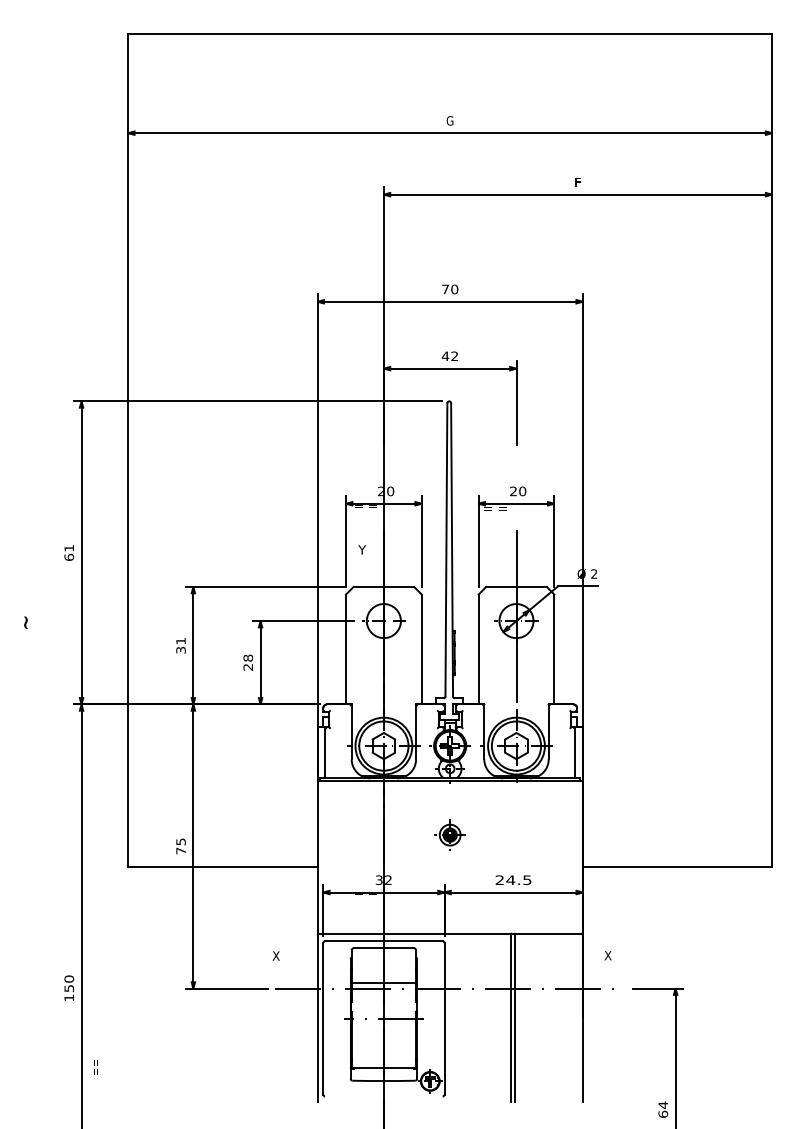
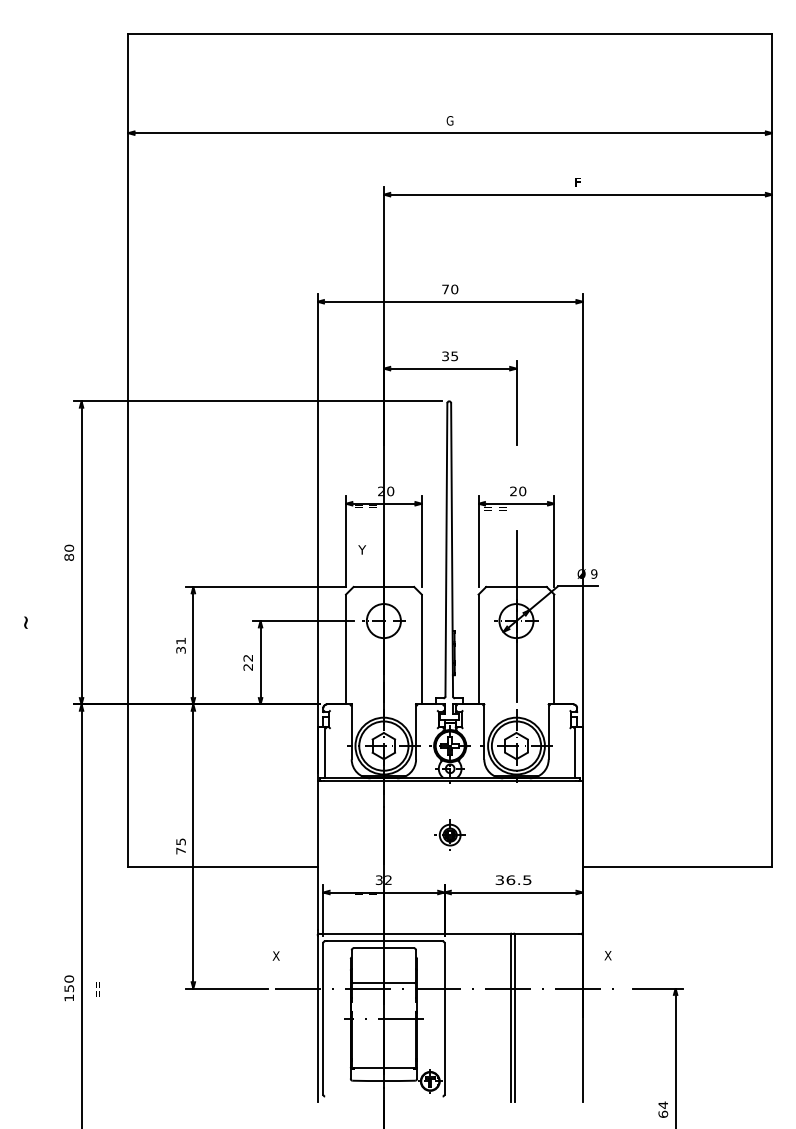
text at (449, 356): 42 -> 35
text at (69, 552): 61 -> 80
text at (594, 573): 2 -> 9
text at (248, 657): 28 -> 22
text at (505, 880): 24.5 -> 36.5
text at (95, 1067) position: (95, 1067) -> (97, 989)
